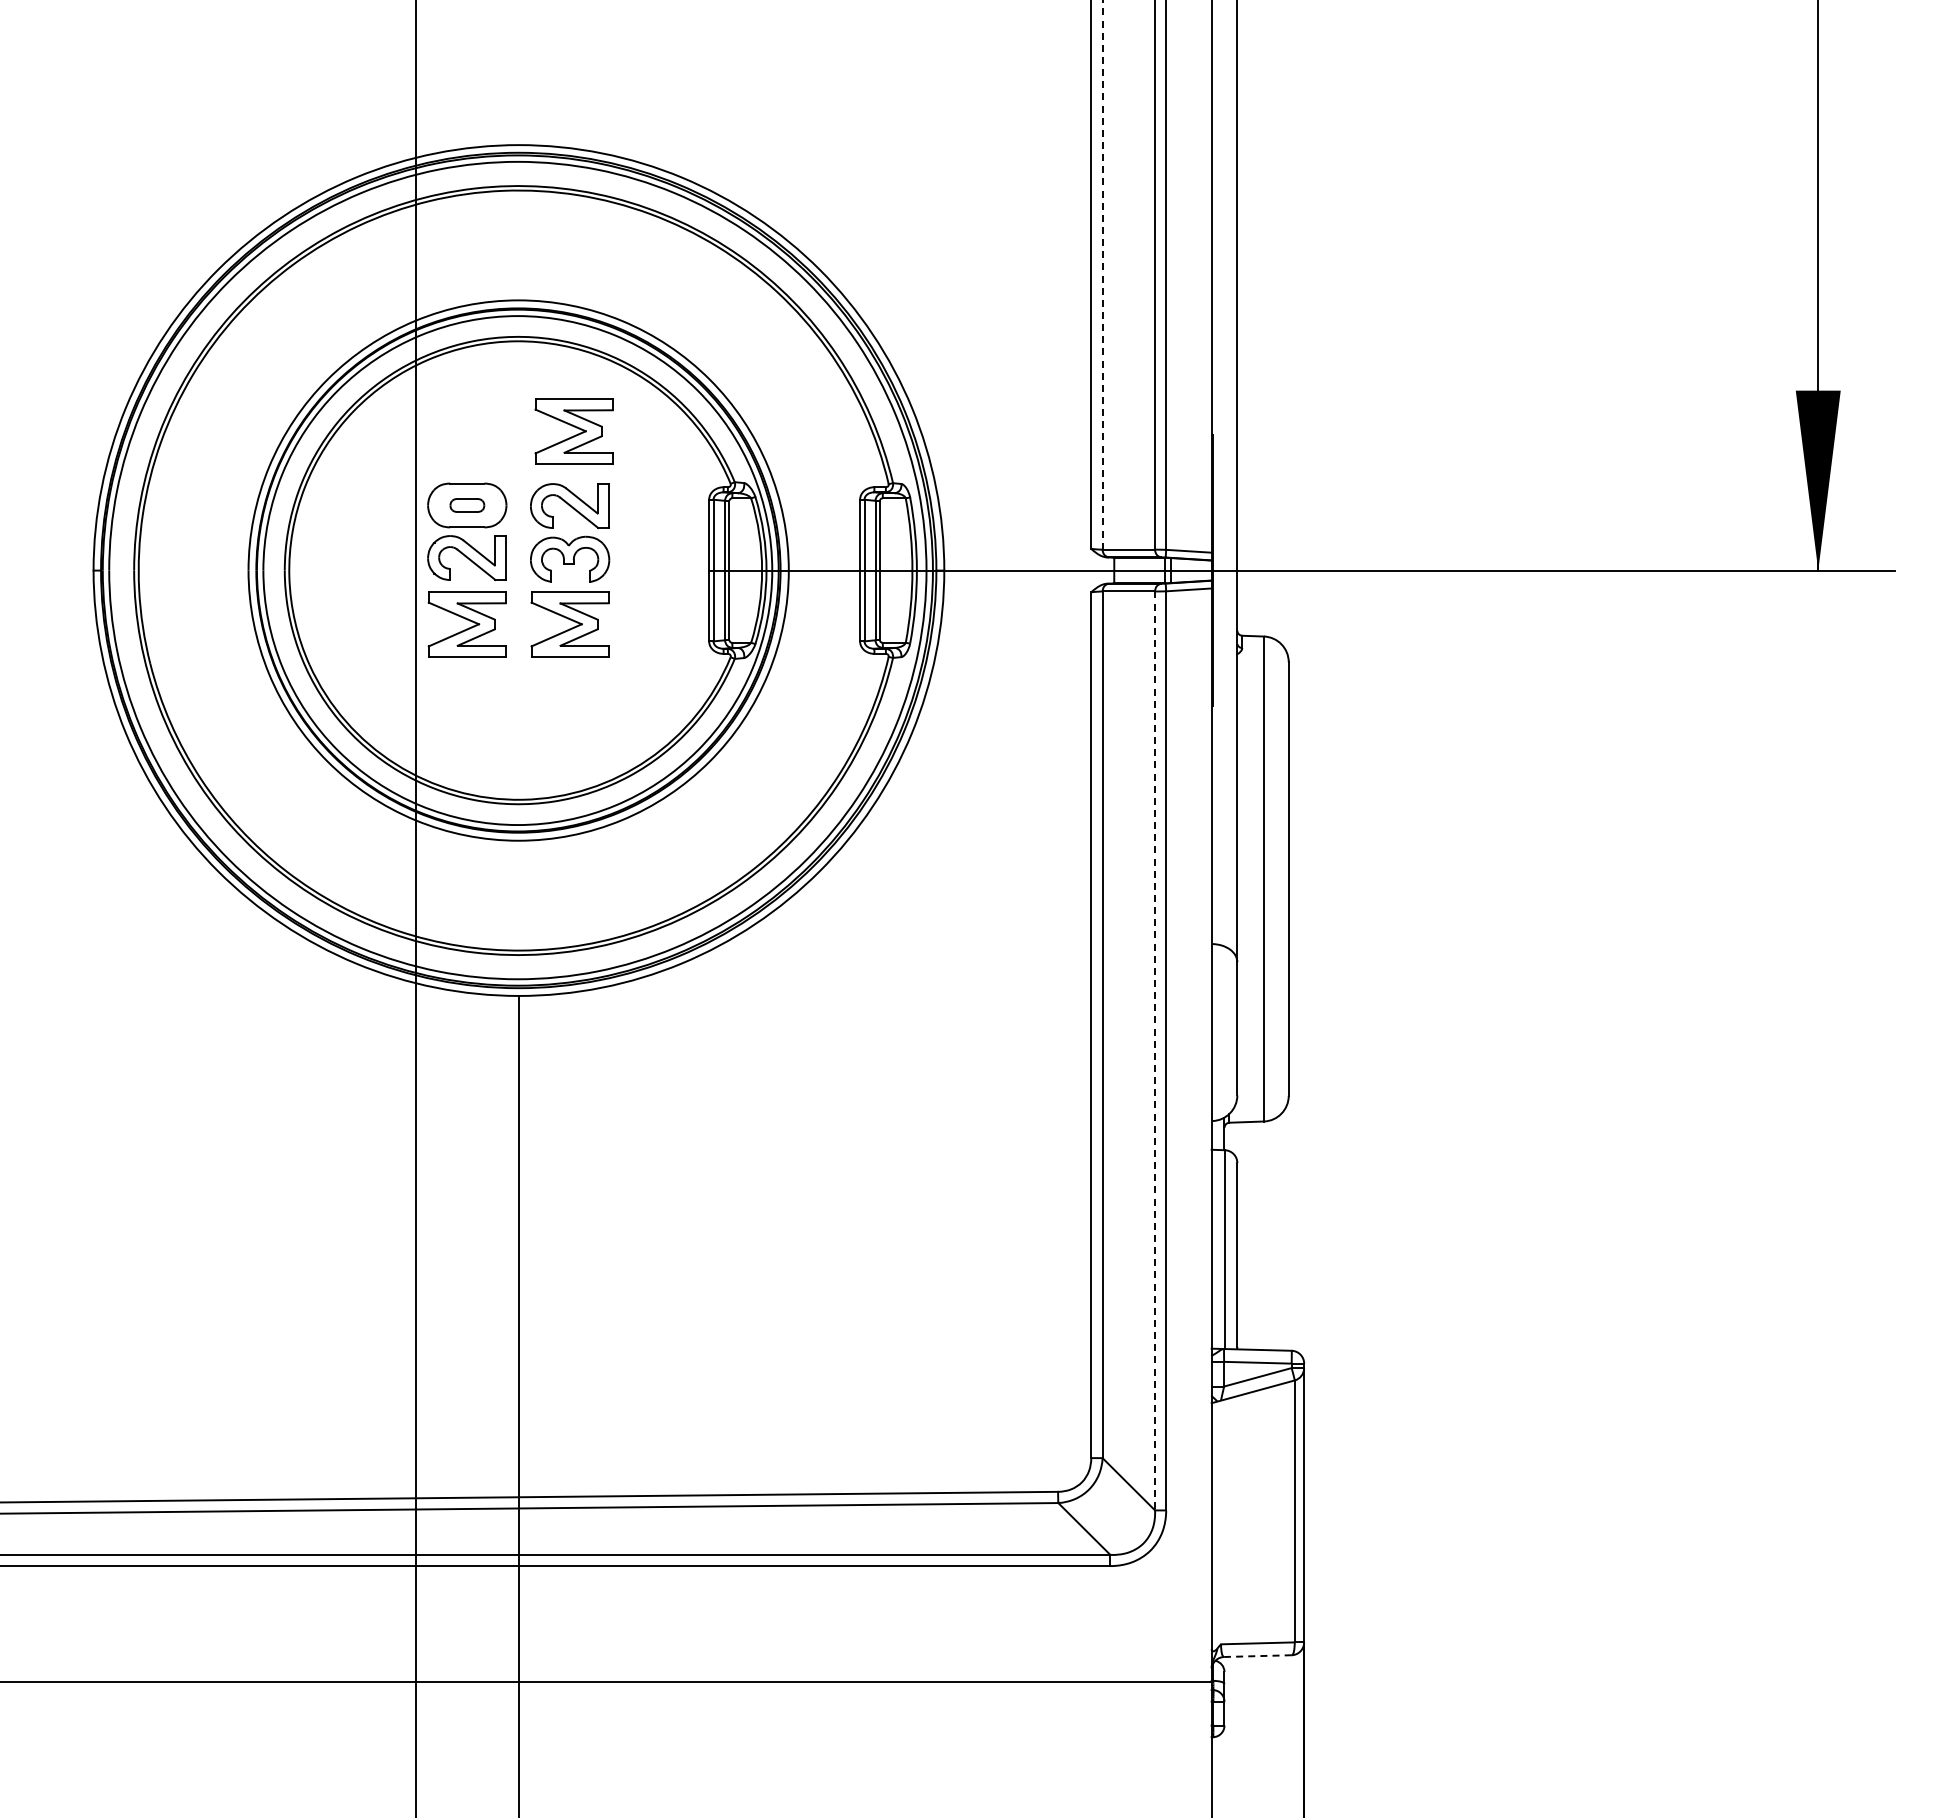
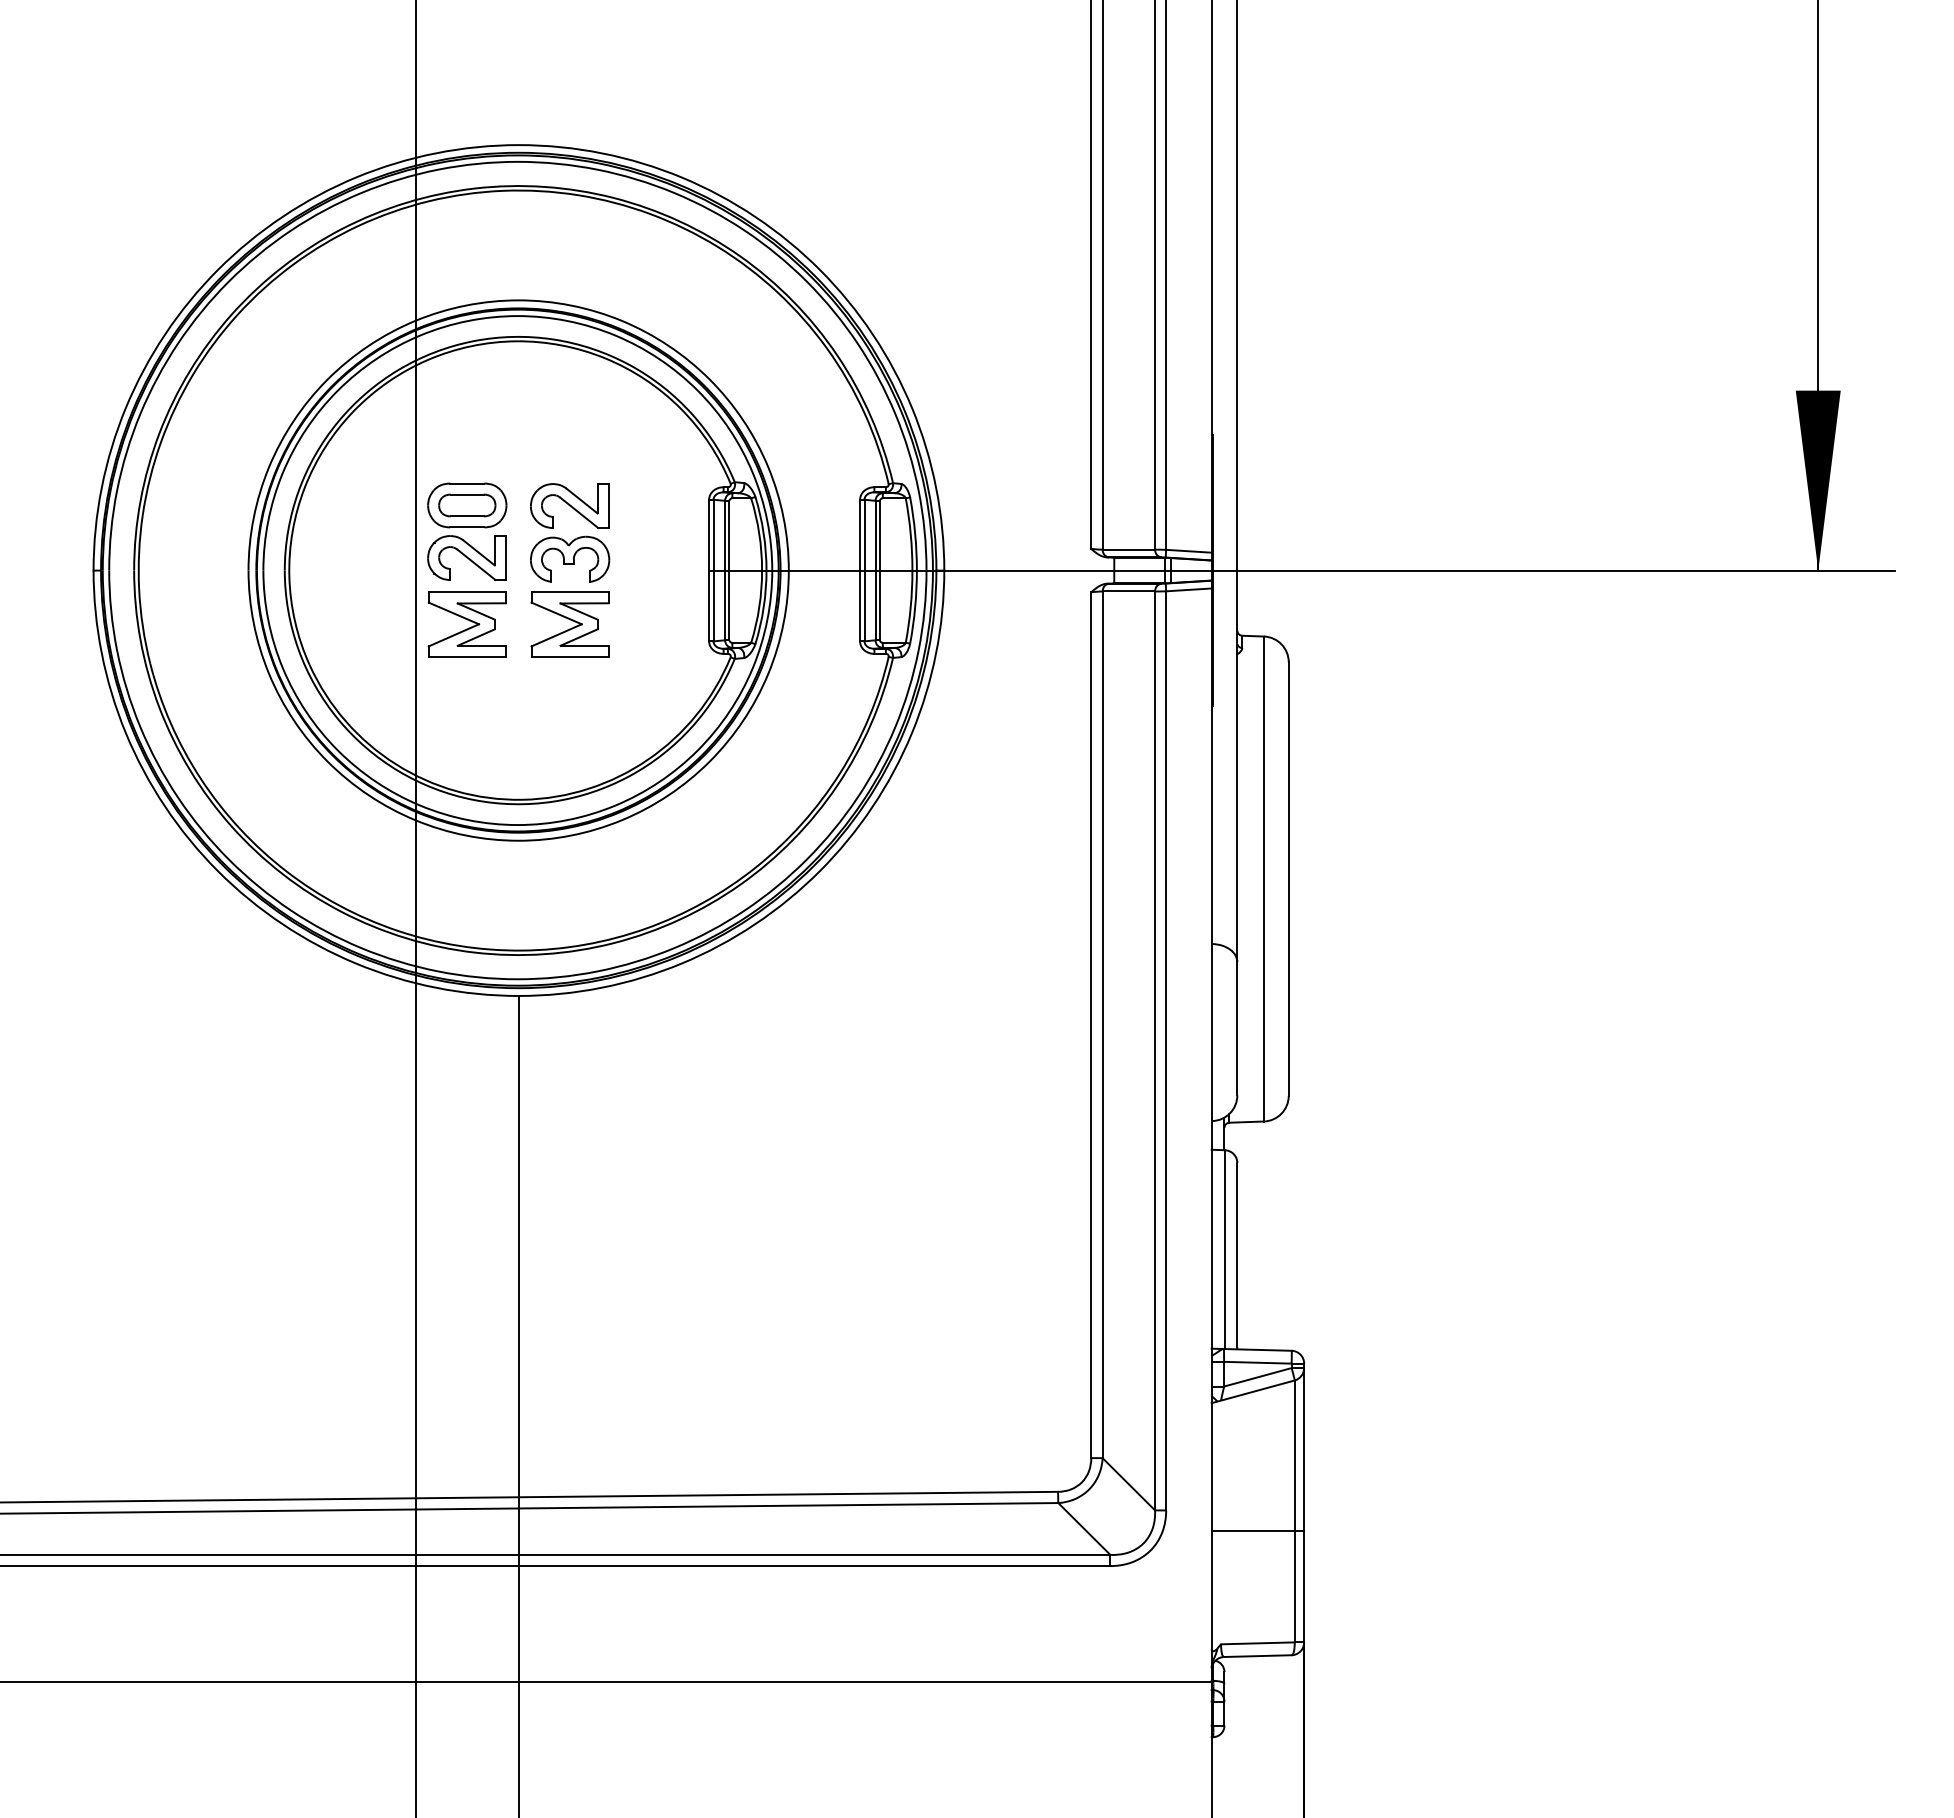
line at (1102, 274): dashed -> solid
part at (573, 431): present -> none
part at (467, 505) size: 37x15 px -> 59x25 px
line at (1155, 1051): dashed -> solid
line at (1257, 1530): none -> present
line at (1257, 1656): dashed -> solid
